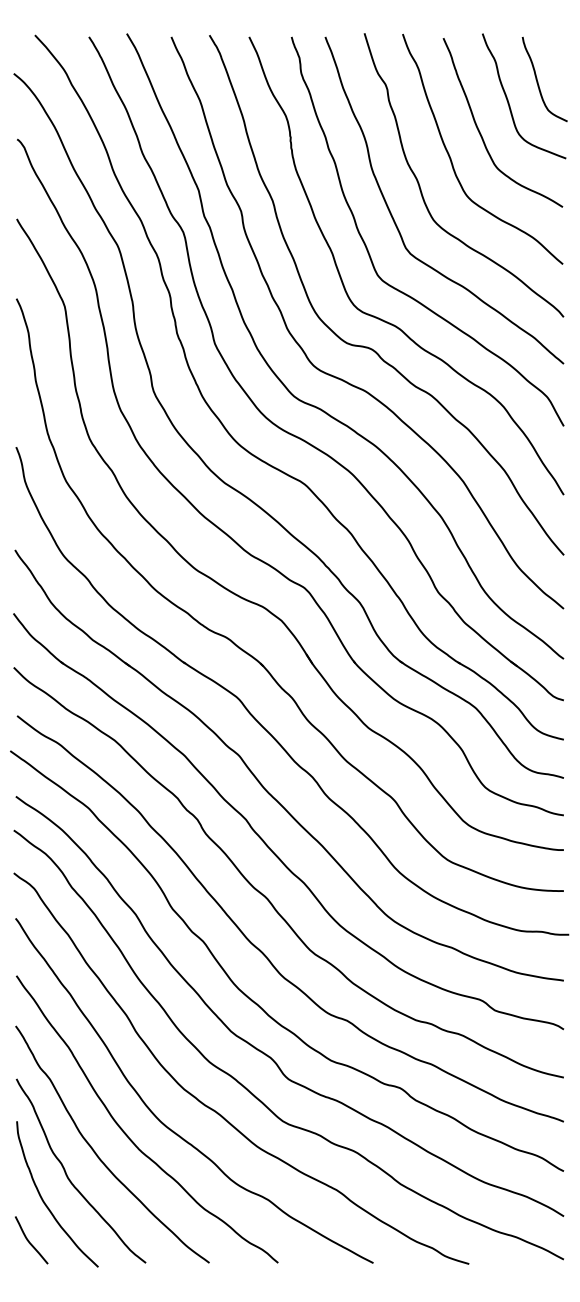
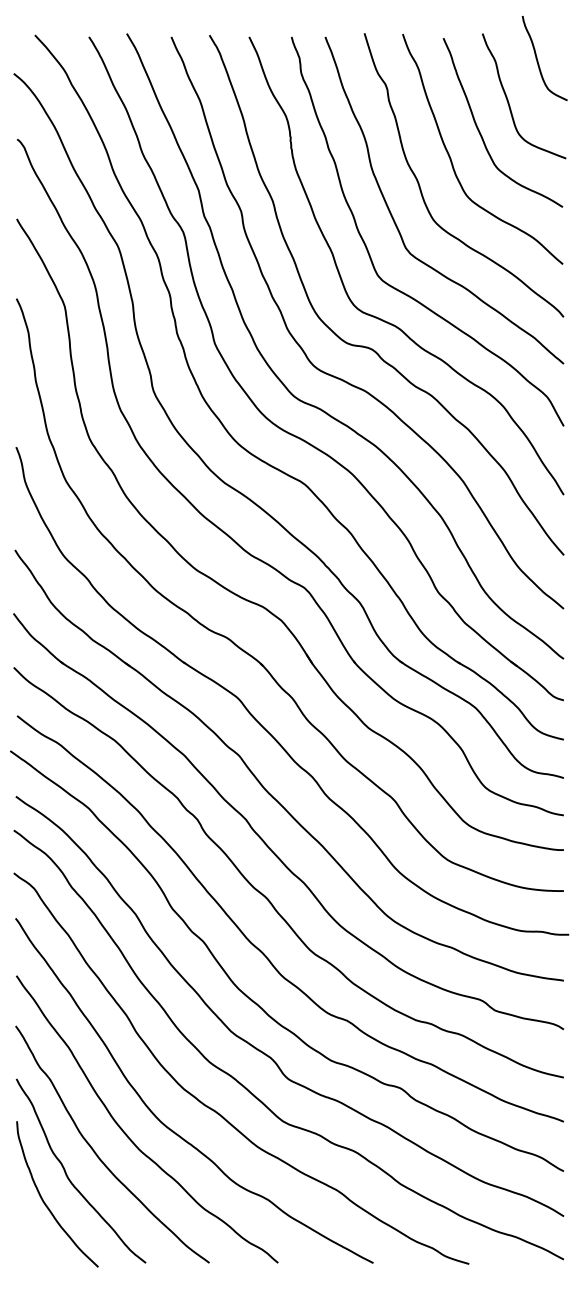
curve at (538, 81) position: (538, 81) -> (538, 60)
curve at (29, 1240): present -> none
